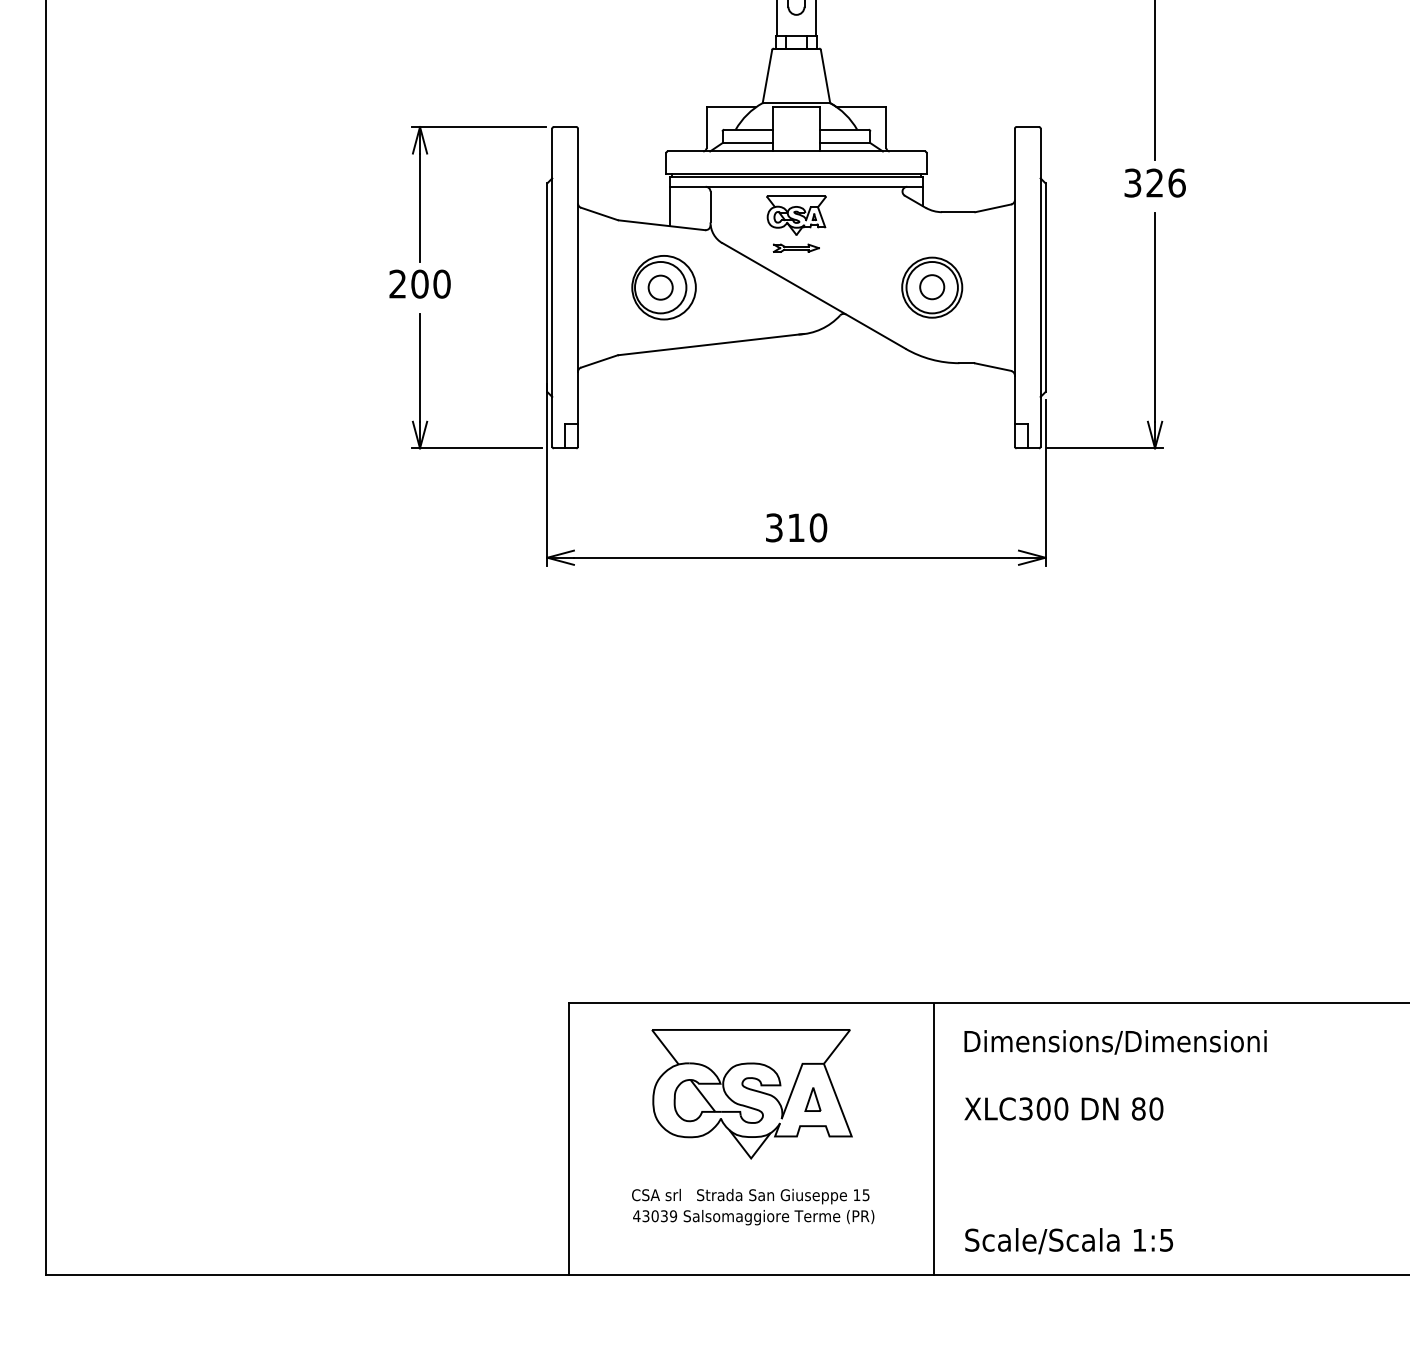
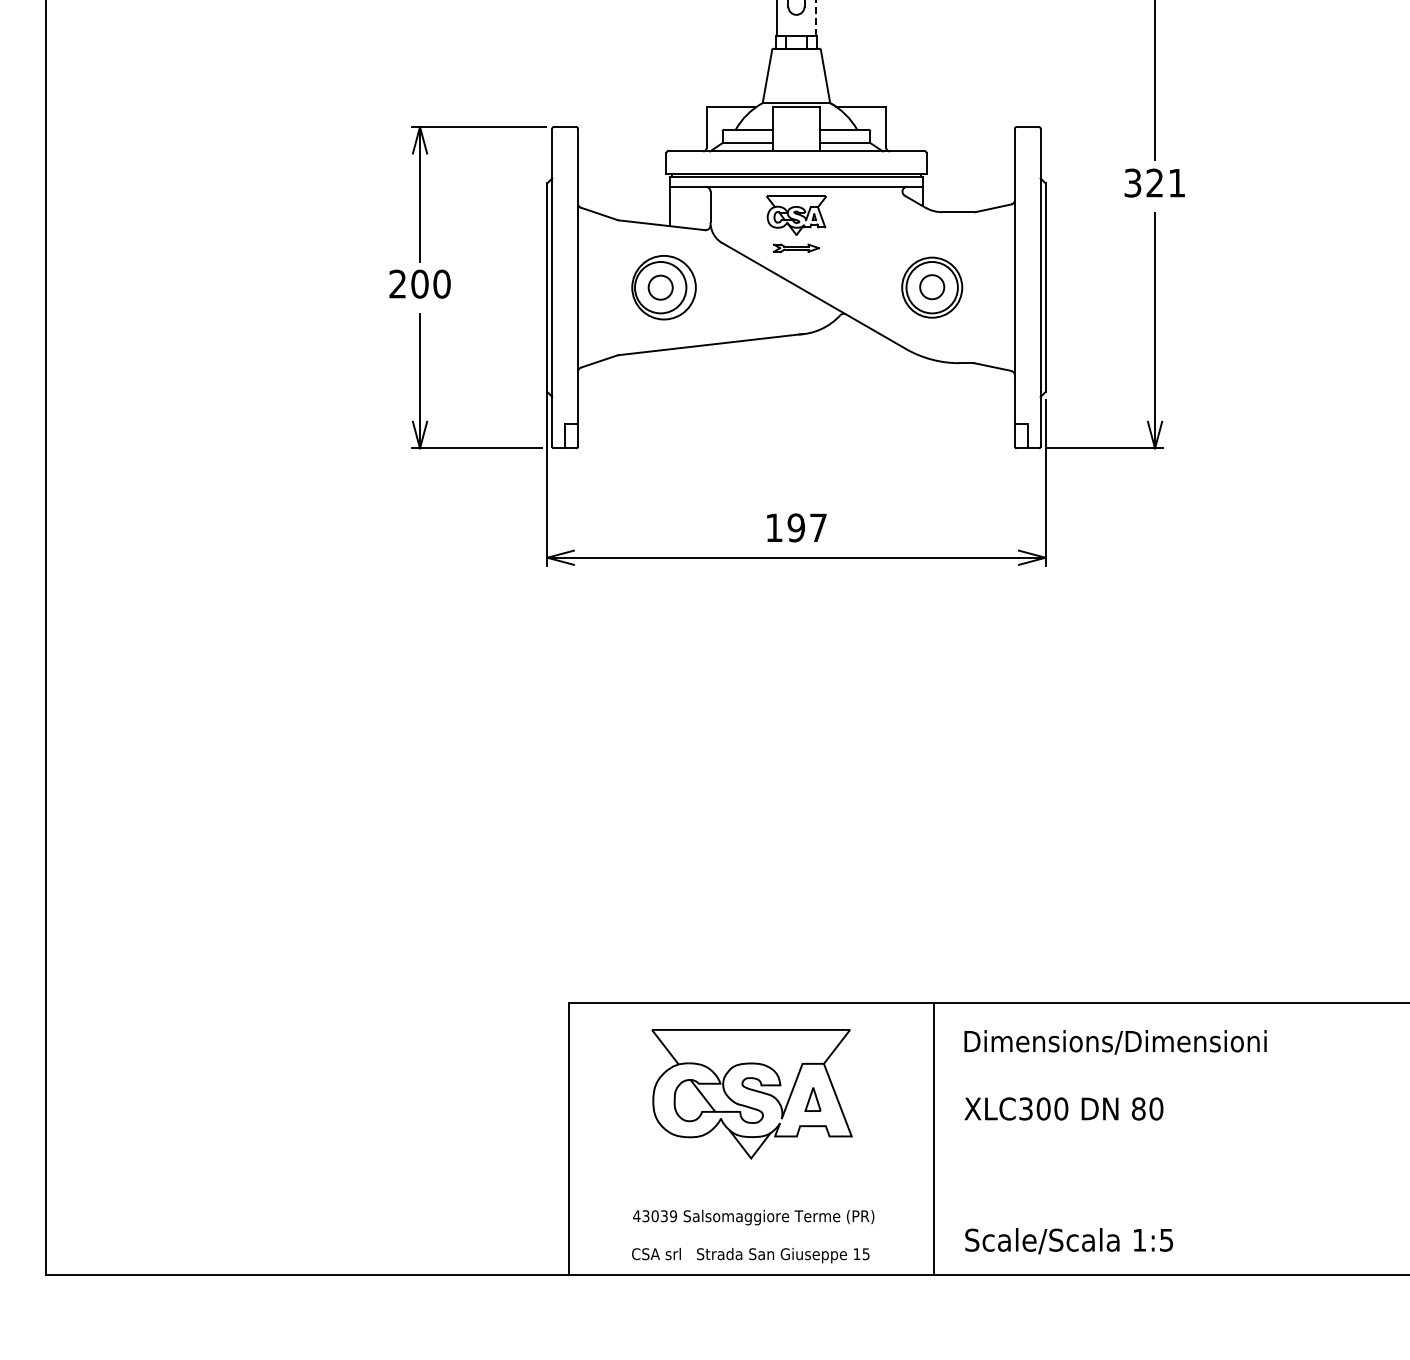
line at (815, 17): solid -> dashed
text at (1176, 182): 326 -> 321
text at (796, 527): 310 -> 197
text at (750, 1196) position: (750, 1196) -> (750, 1255)
